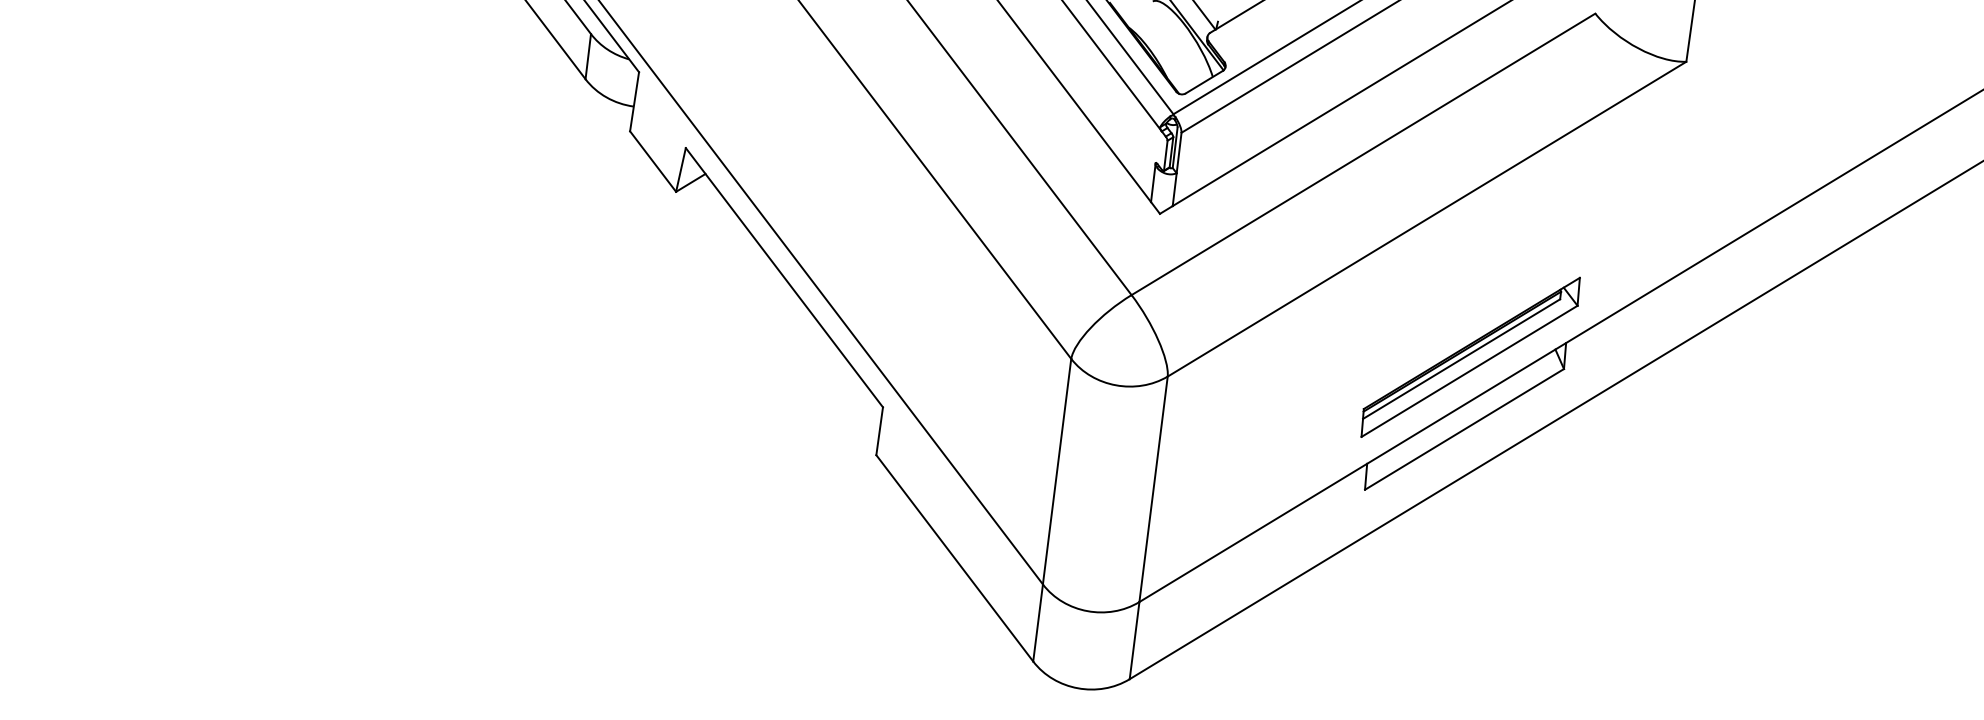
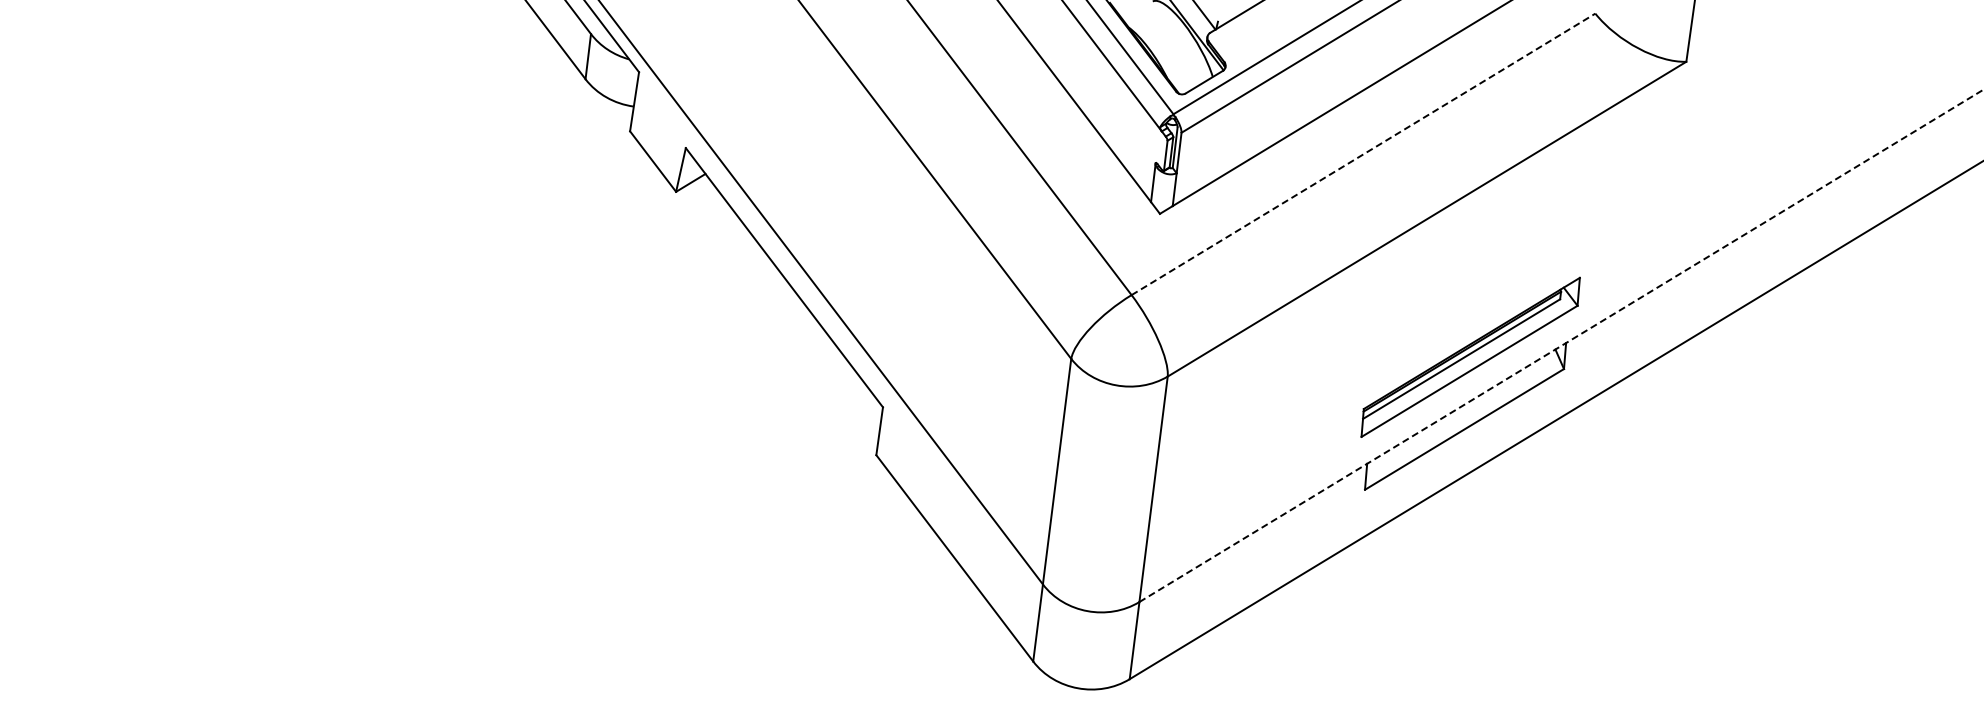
line at (1363, 154): solid -> dashed
line at (1561, 345): solid -> dashed
